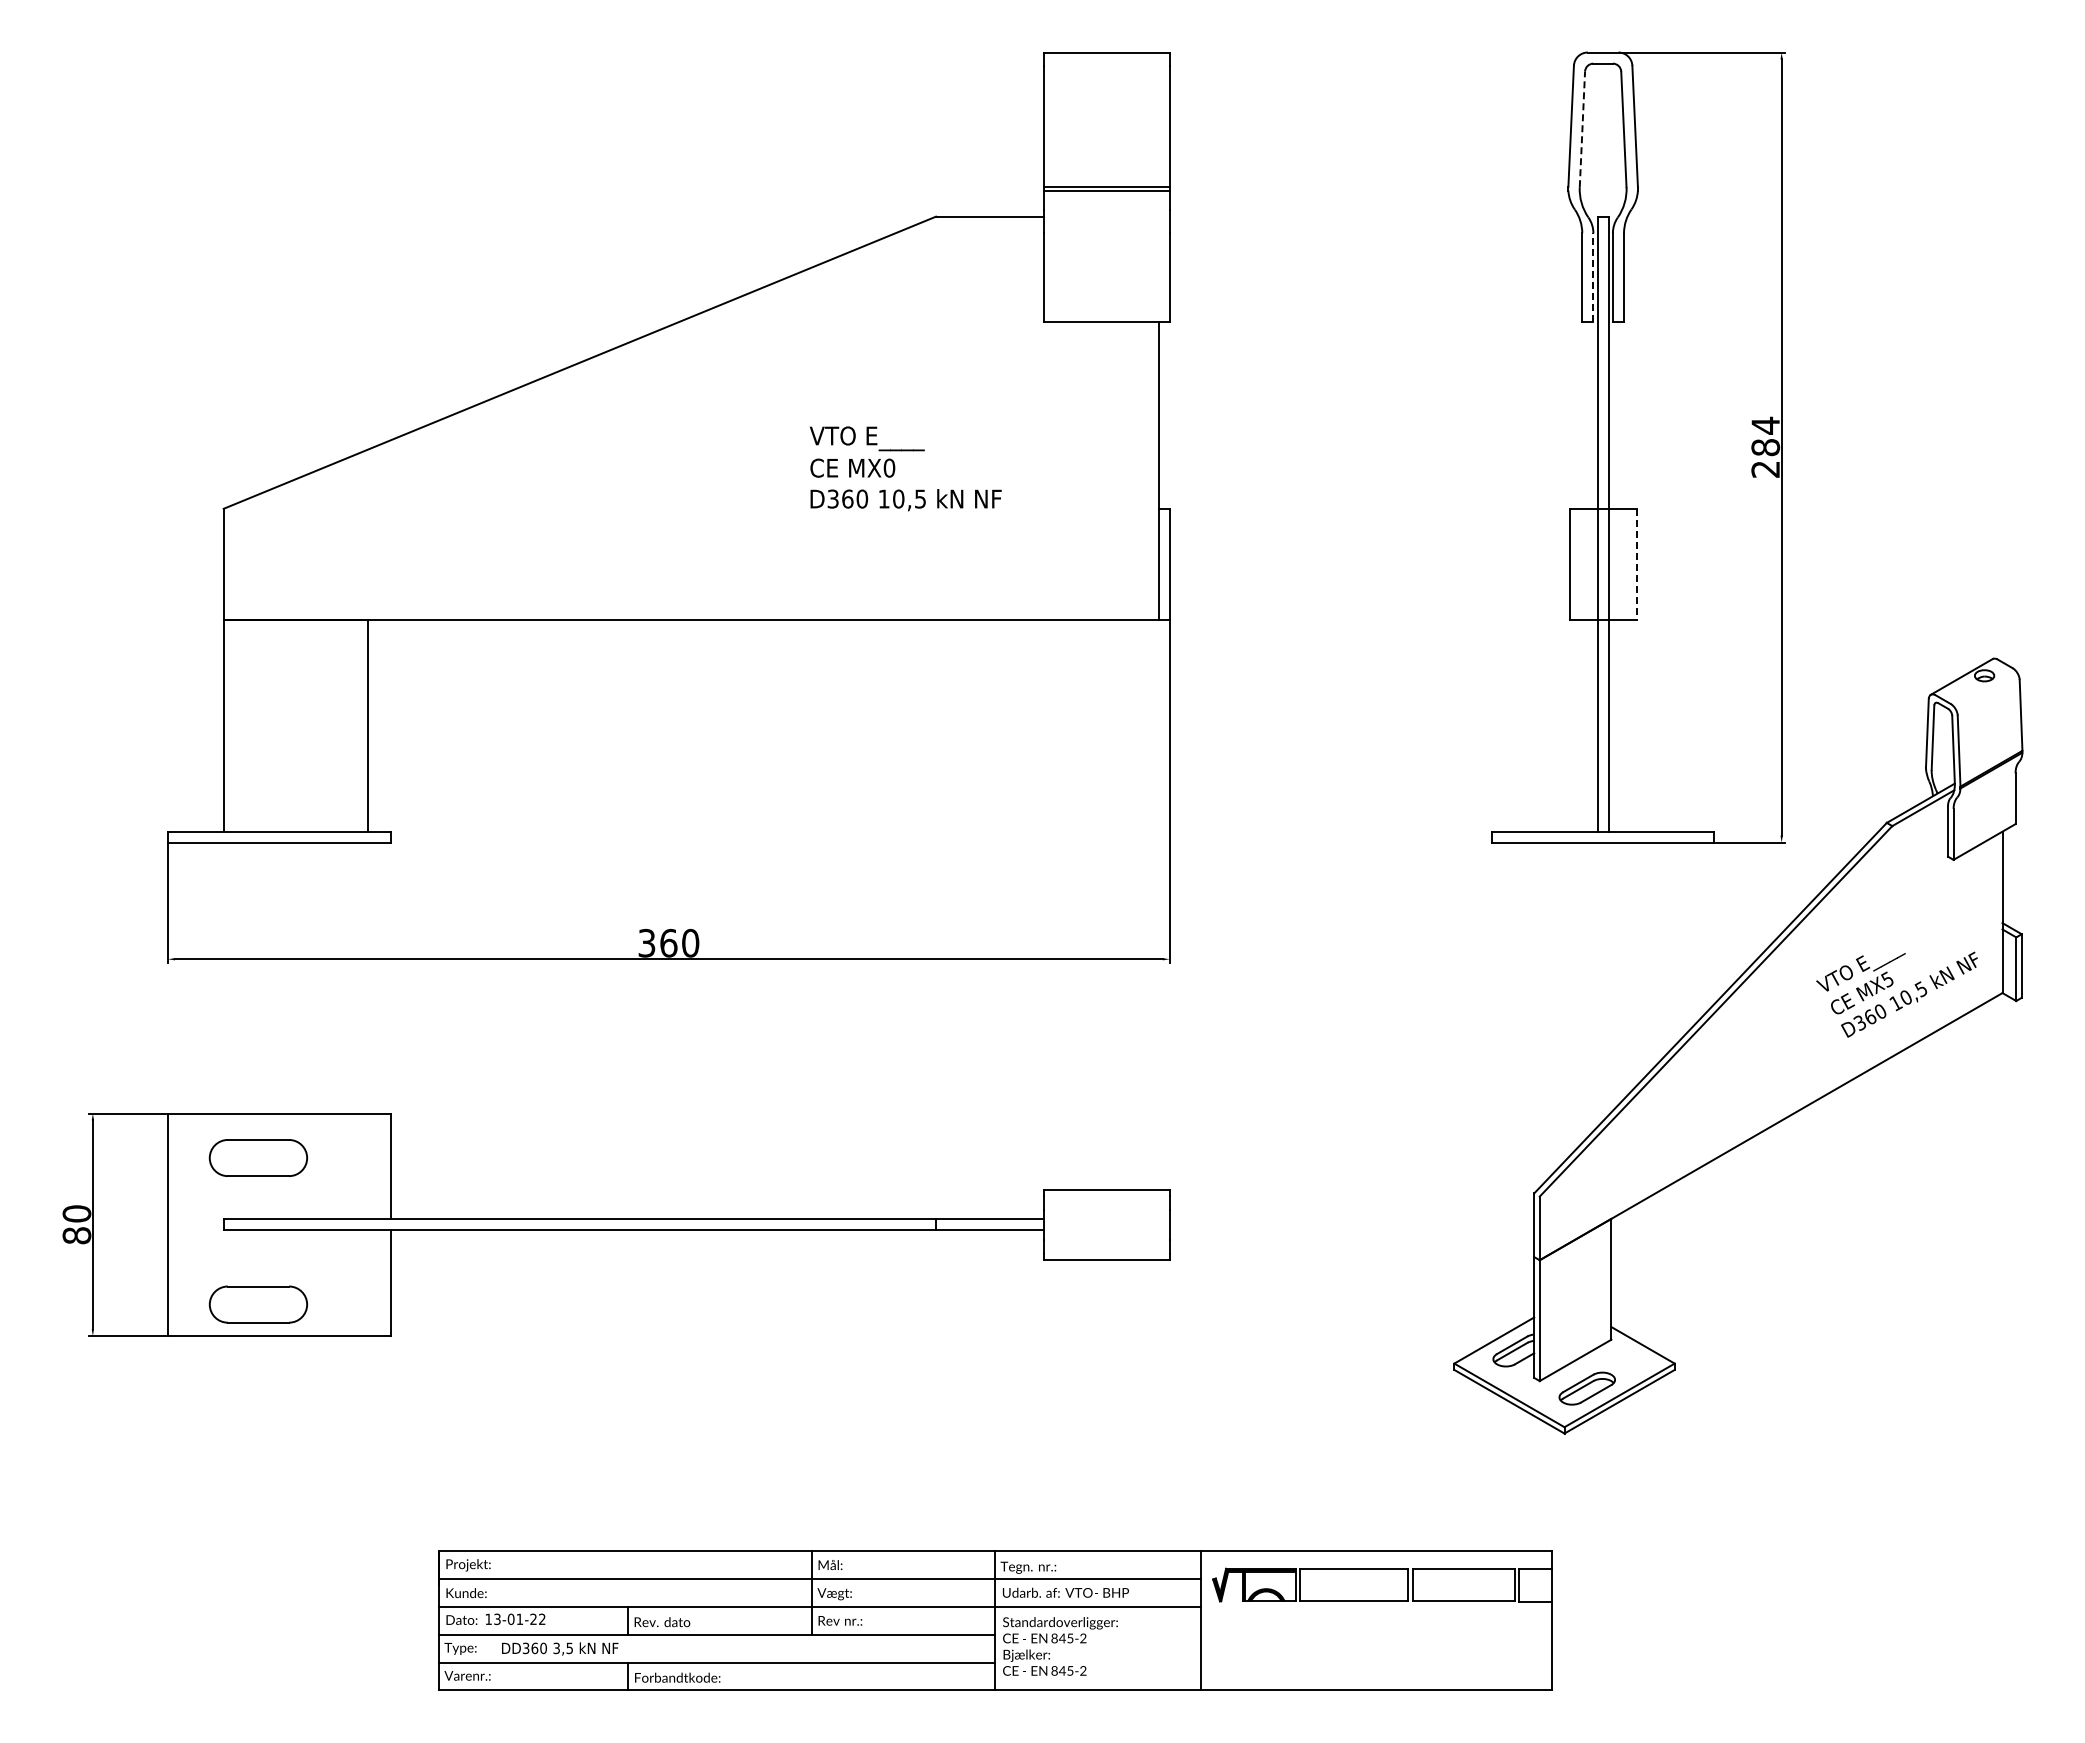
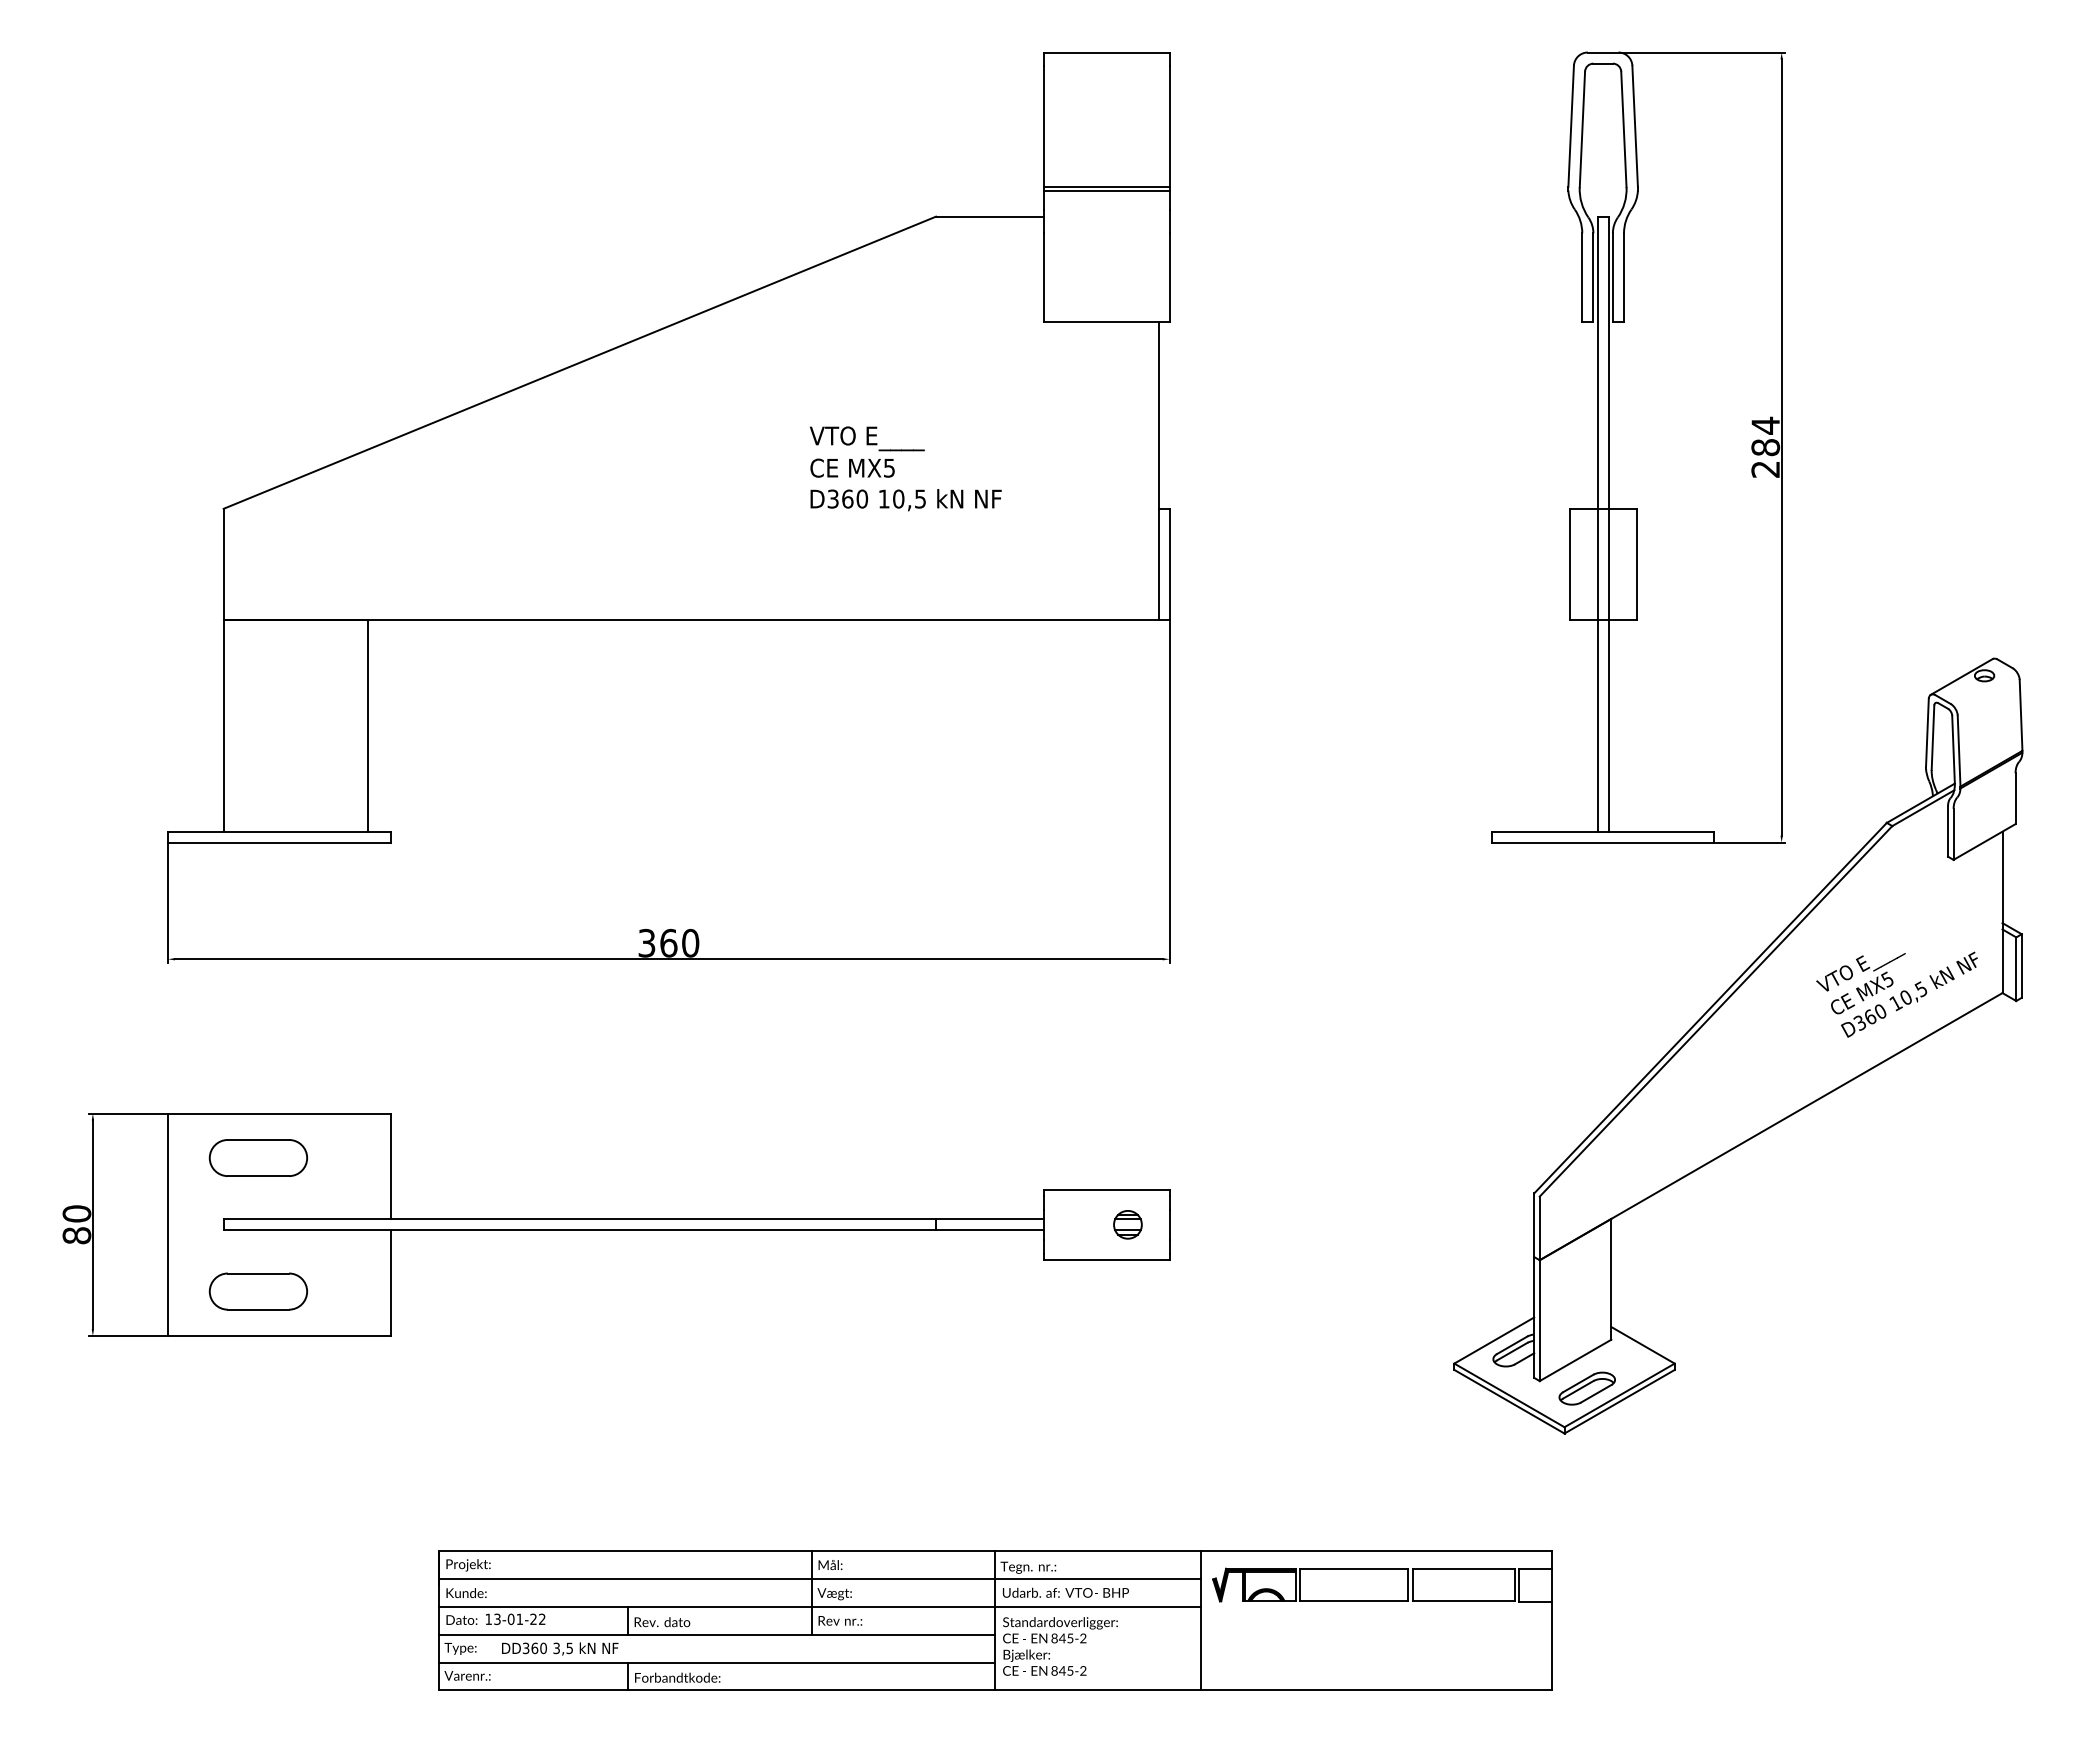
line at (1582, 129): dashed -> solid
line at (1593, 277): dashed -> solid
text at (889, 467): MX0 -> MX5
line at (1636, 564): dashed -> solid
part at (1127, 1224): none -> present
part at (258, 1304) position: (258, 1304) -> (258, 1291)
